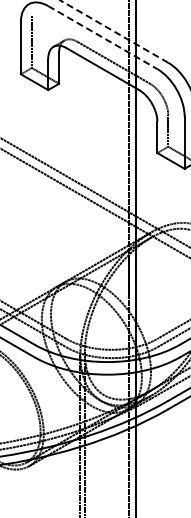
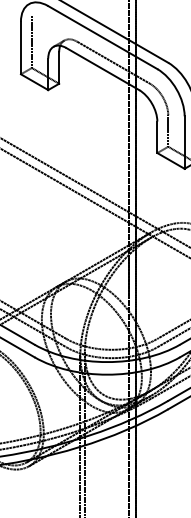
line at (113, 31): dashed -> solid
line at (103, 37): dashed -> solid
